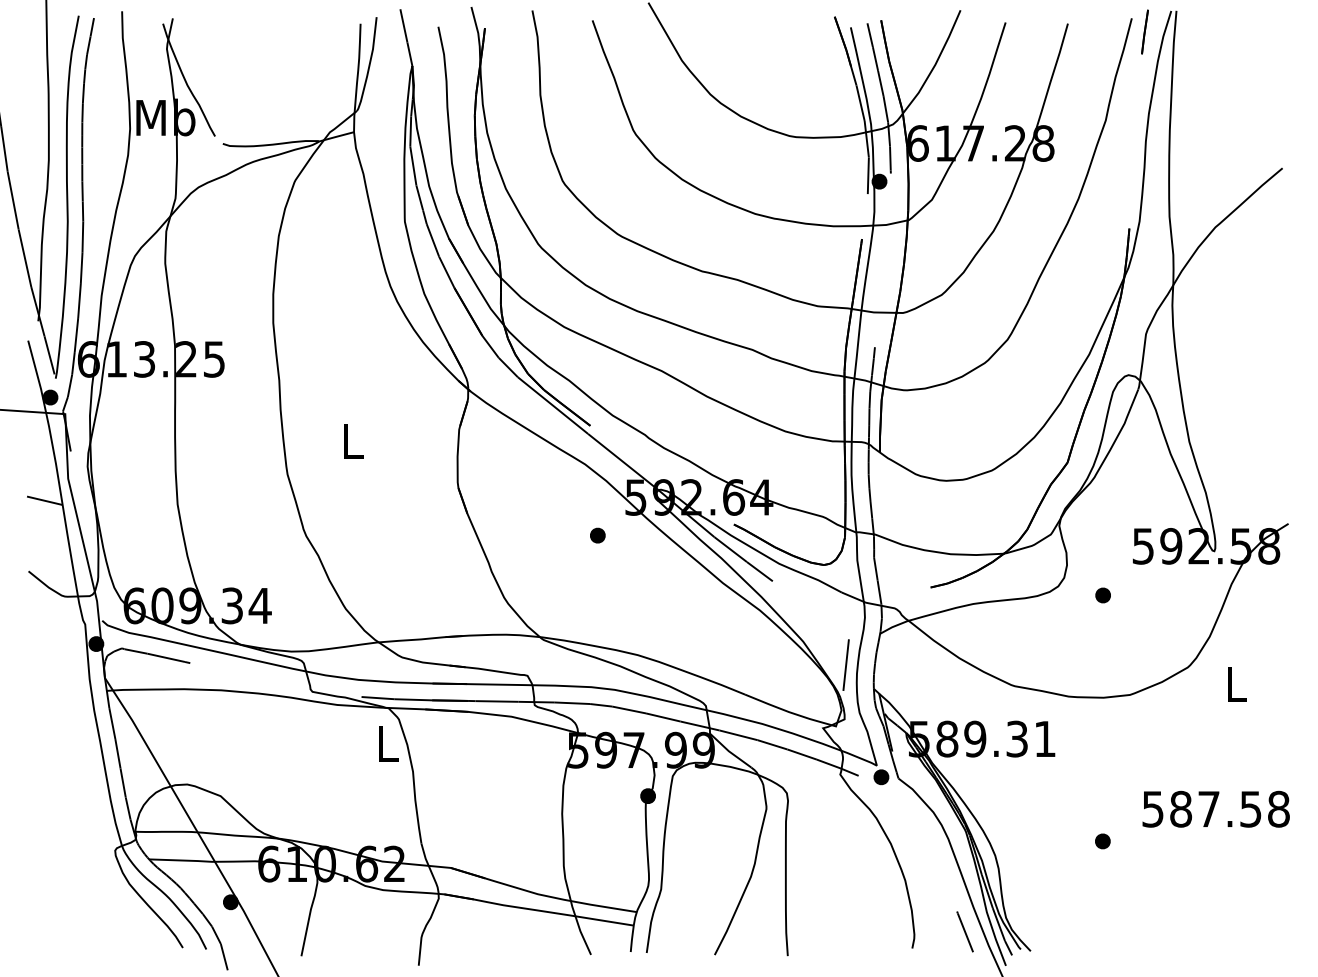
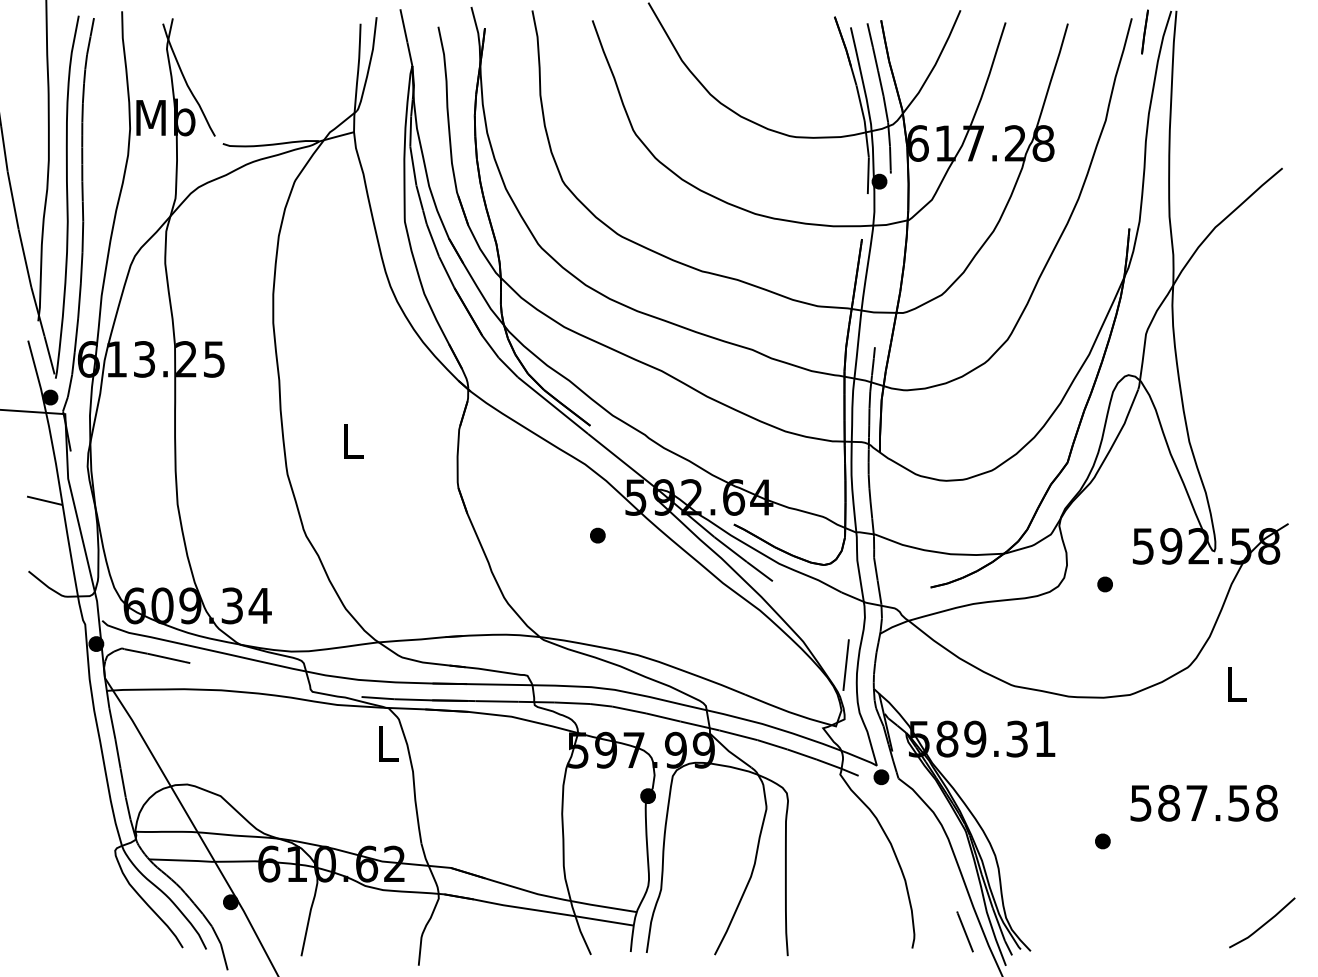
part at (1102, 595) position: (1102, 595) -> (1104, 584)
text at (1215, 808) position: (1215, 808) -> (1203, 802)
line at (1262, 924): none -> present
